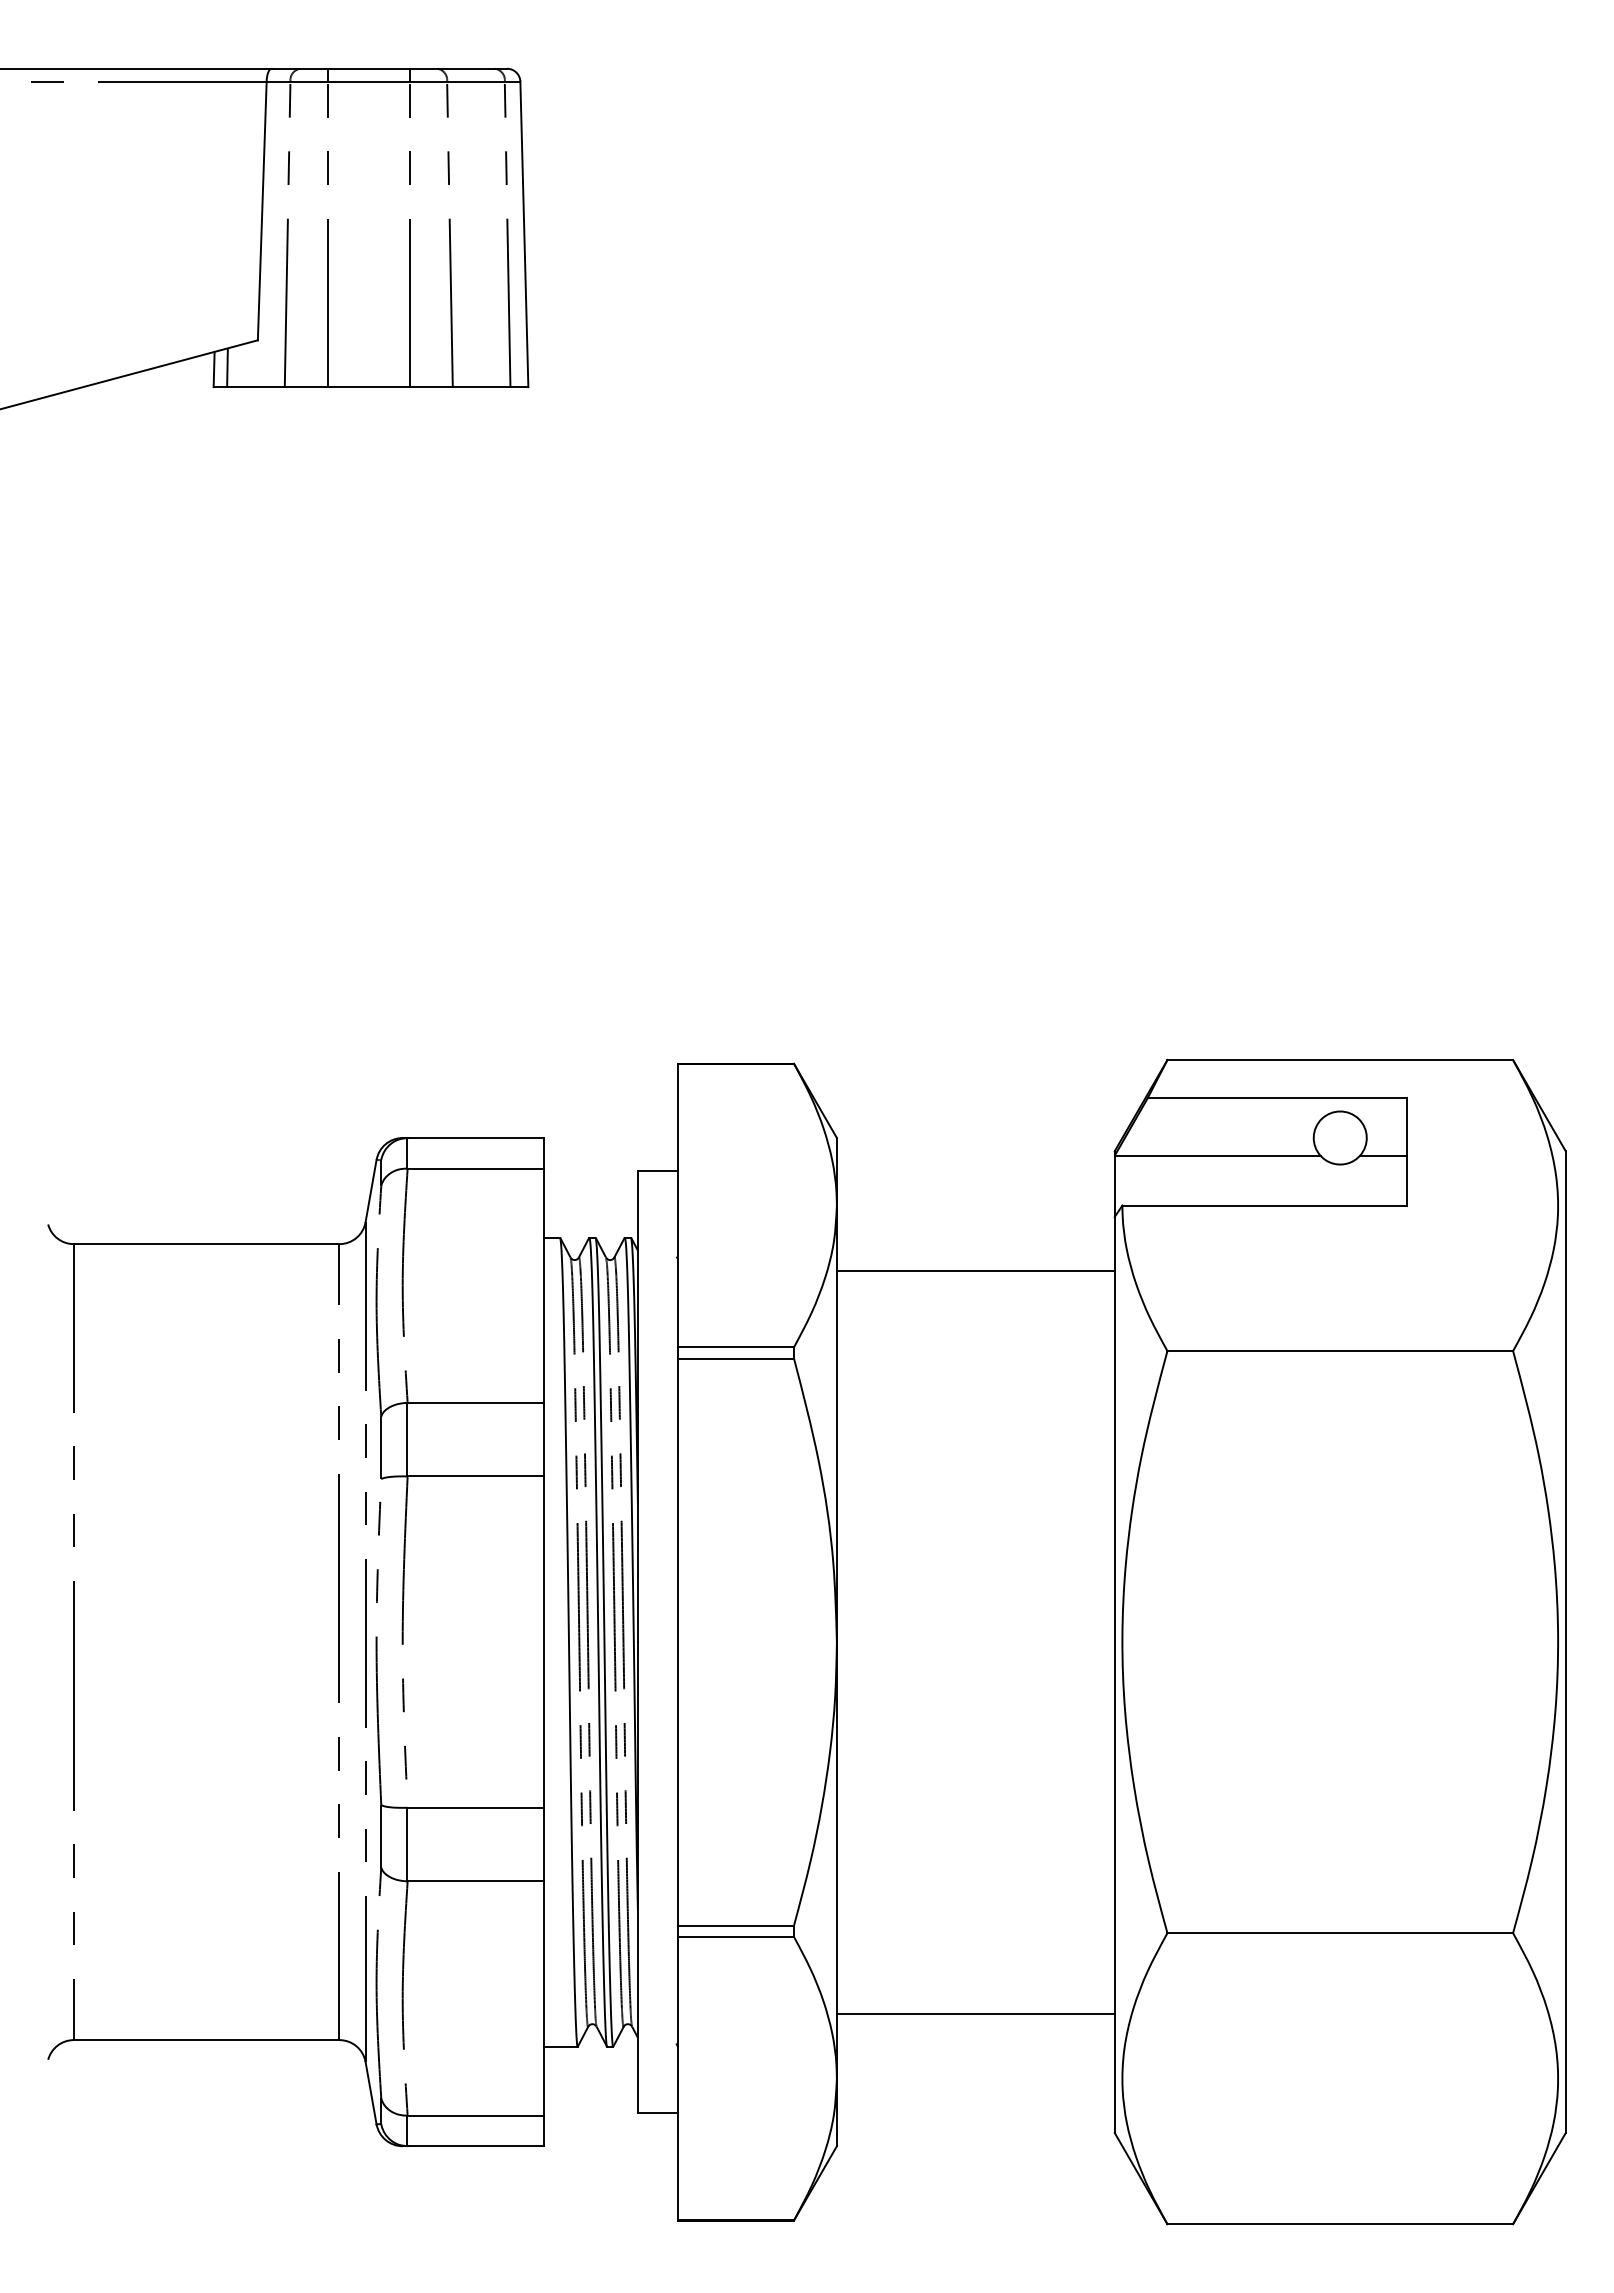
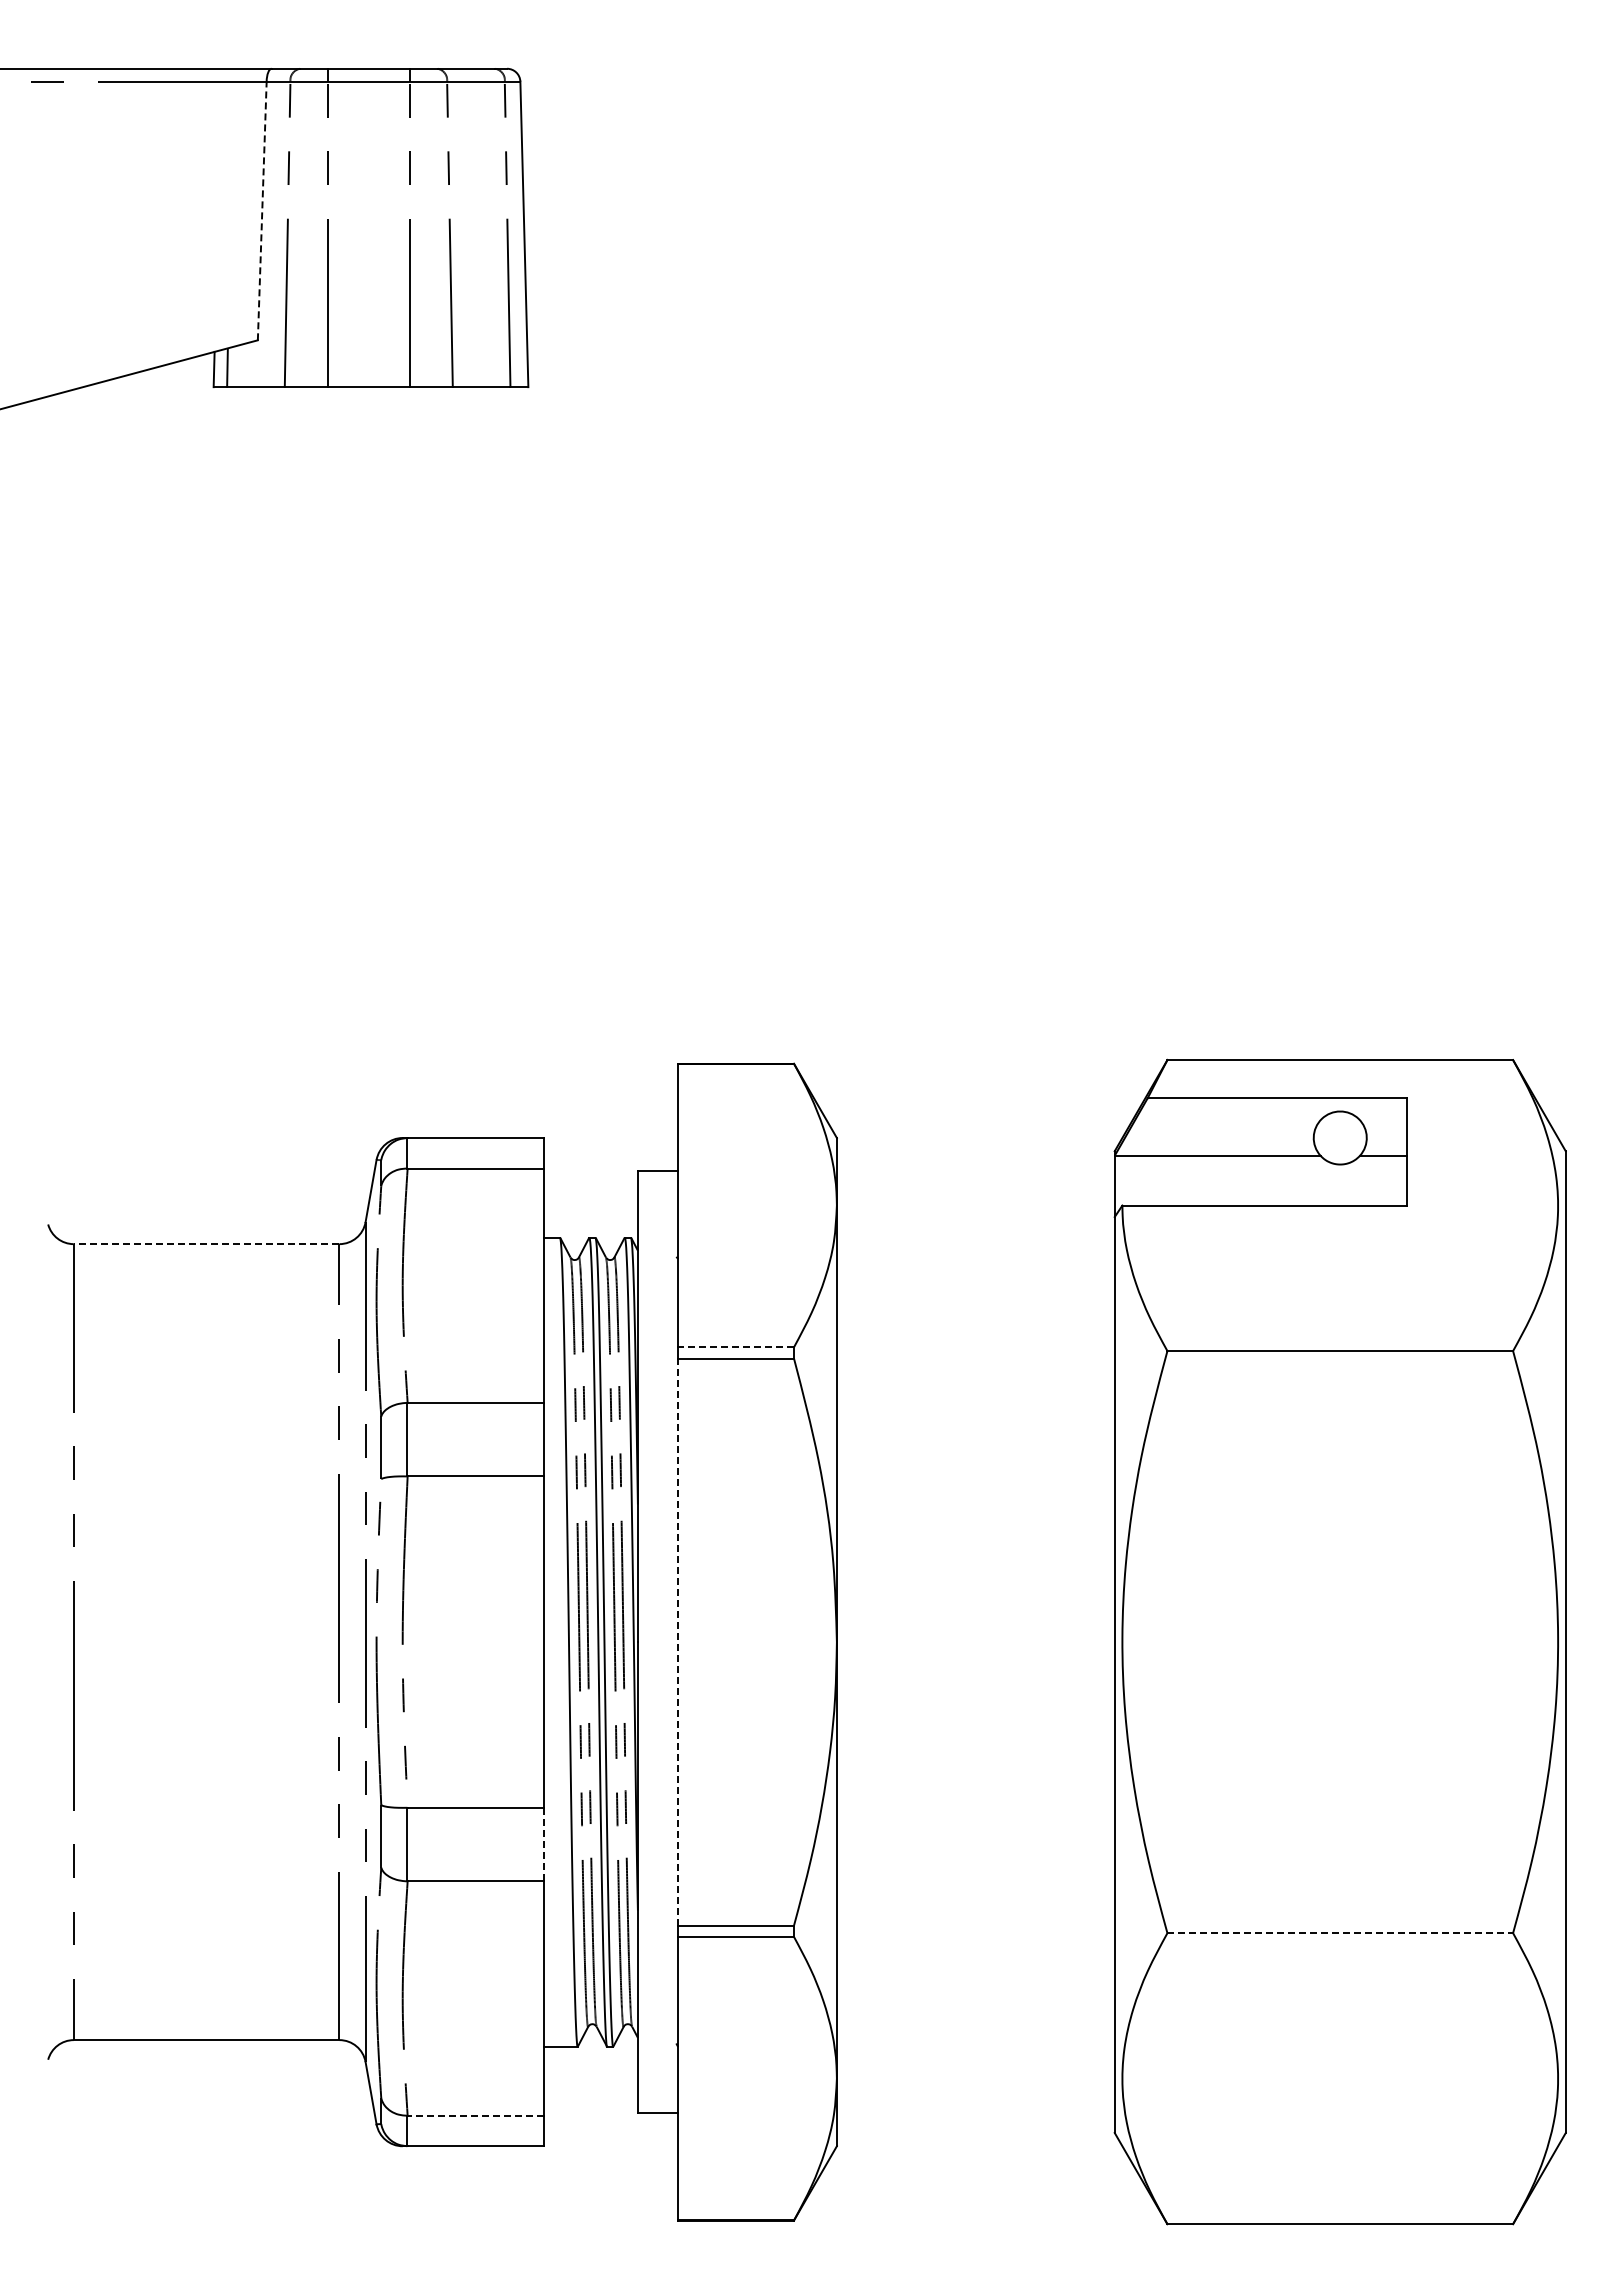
line at (262, 210): solid -> dashed
line at (206, 1244): solid -> dashed
line at (975, 1270): present -> none
line at (735, 1347): solid -> dashed
line at (677, 1642): solid -> dashed
line at (544, 1844): solid -> dashed
line at (1340, 1933): solid -> dashed
line at (975, 2013): present -> none
line at (475, 2115): solid -> dashed
